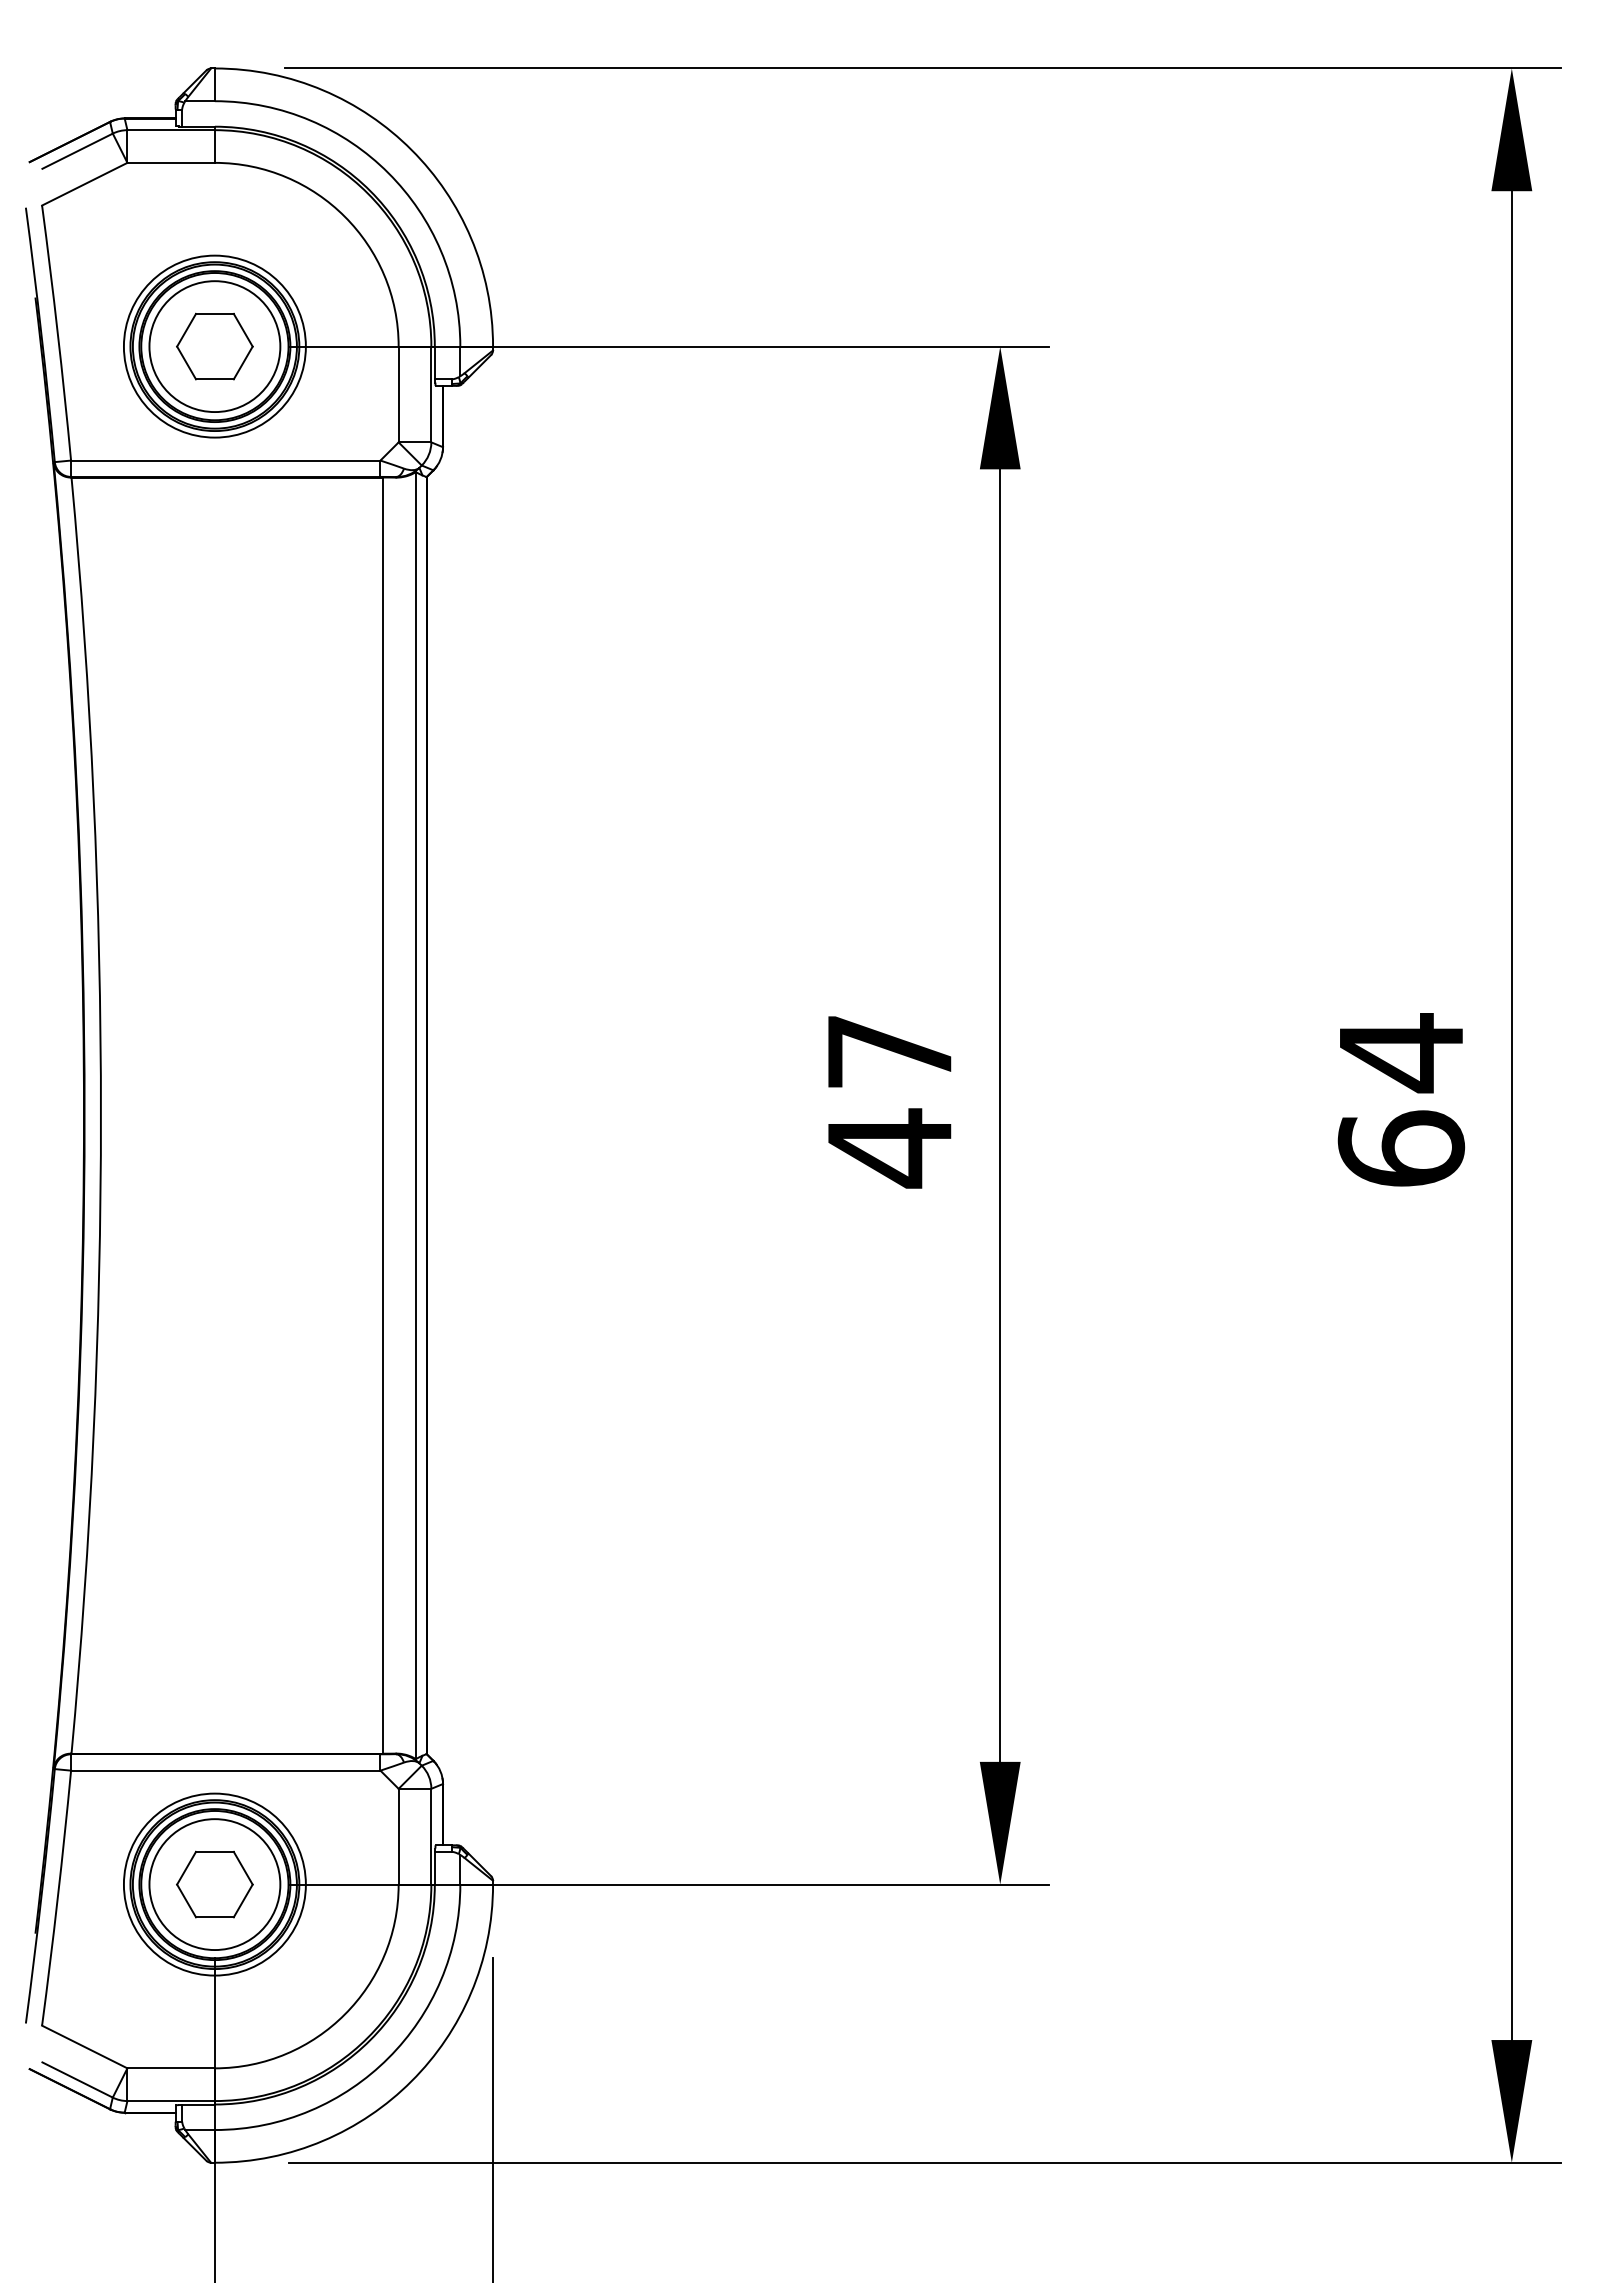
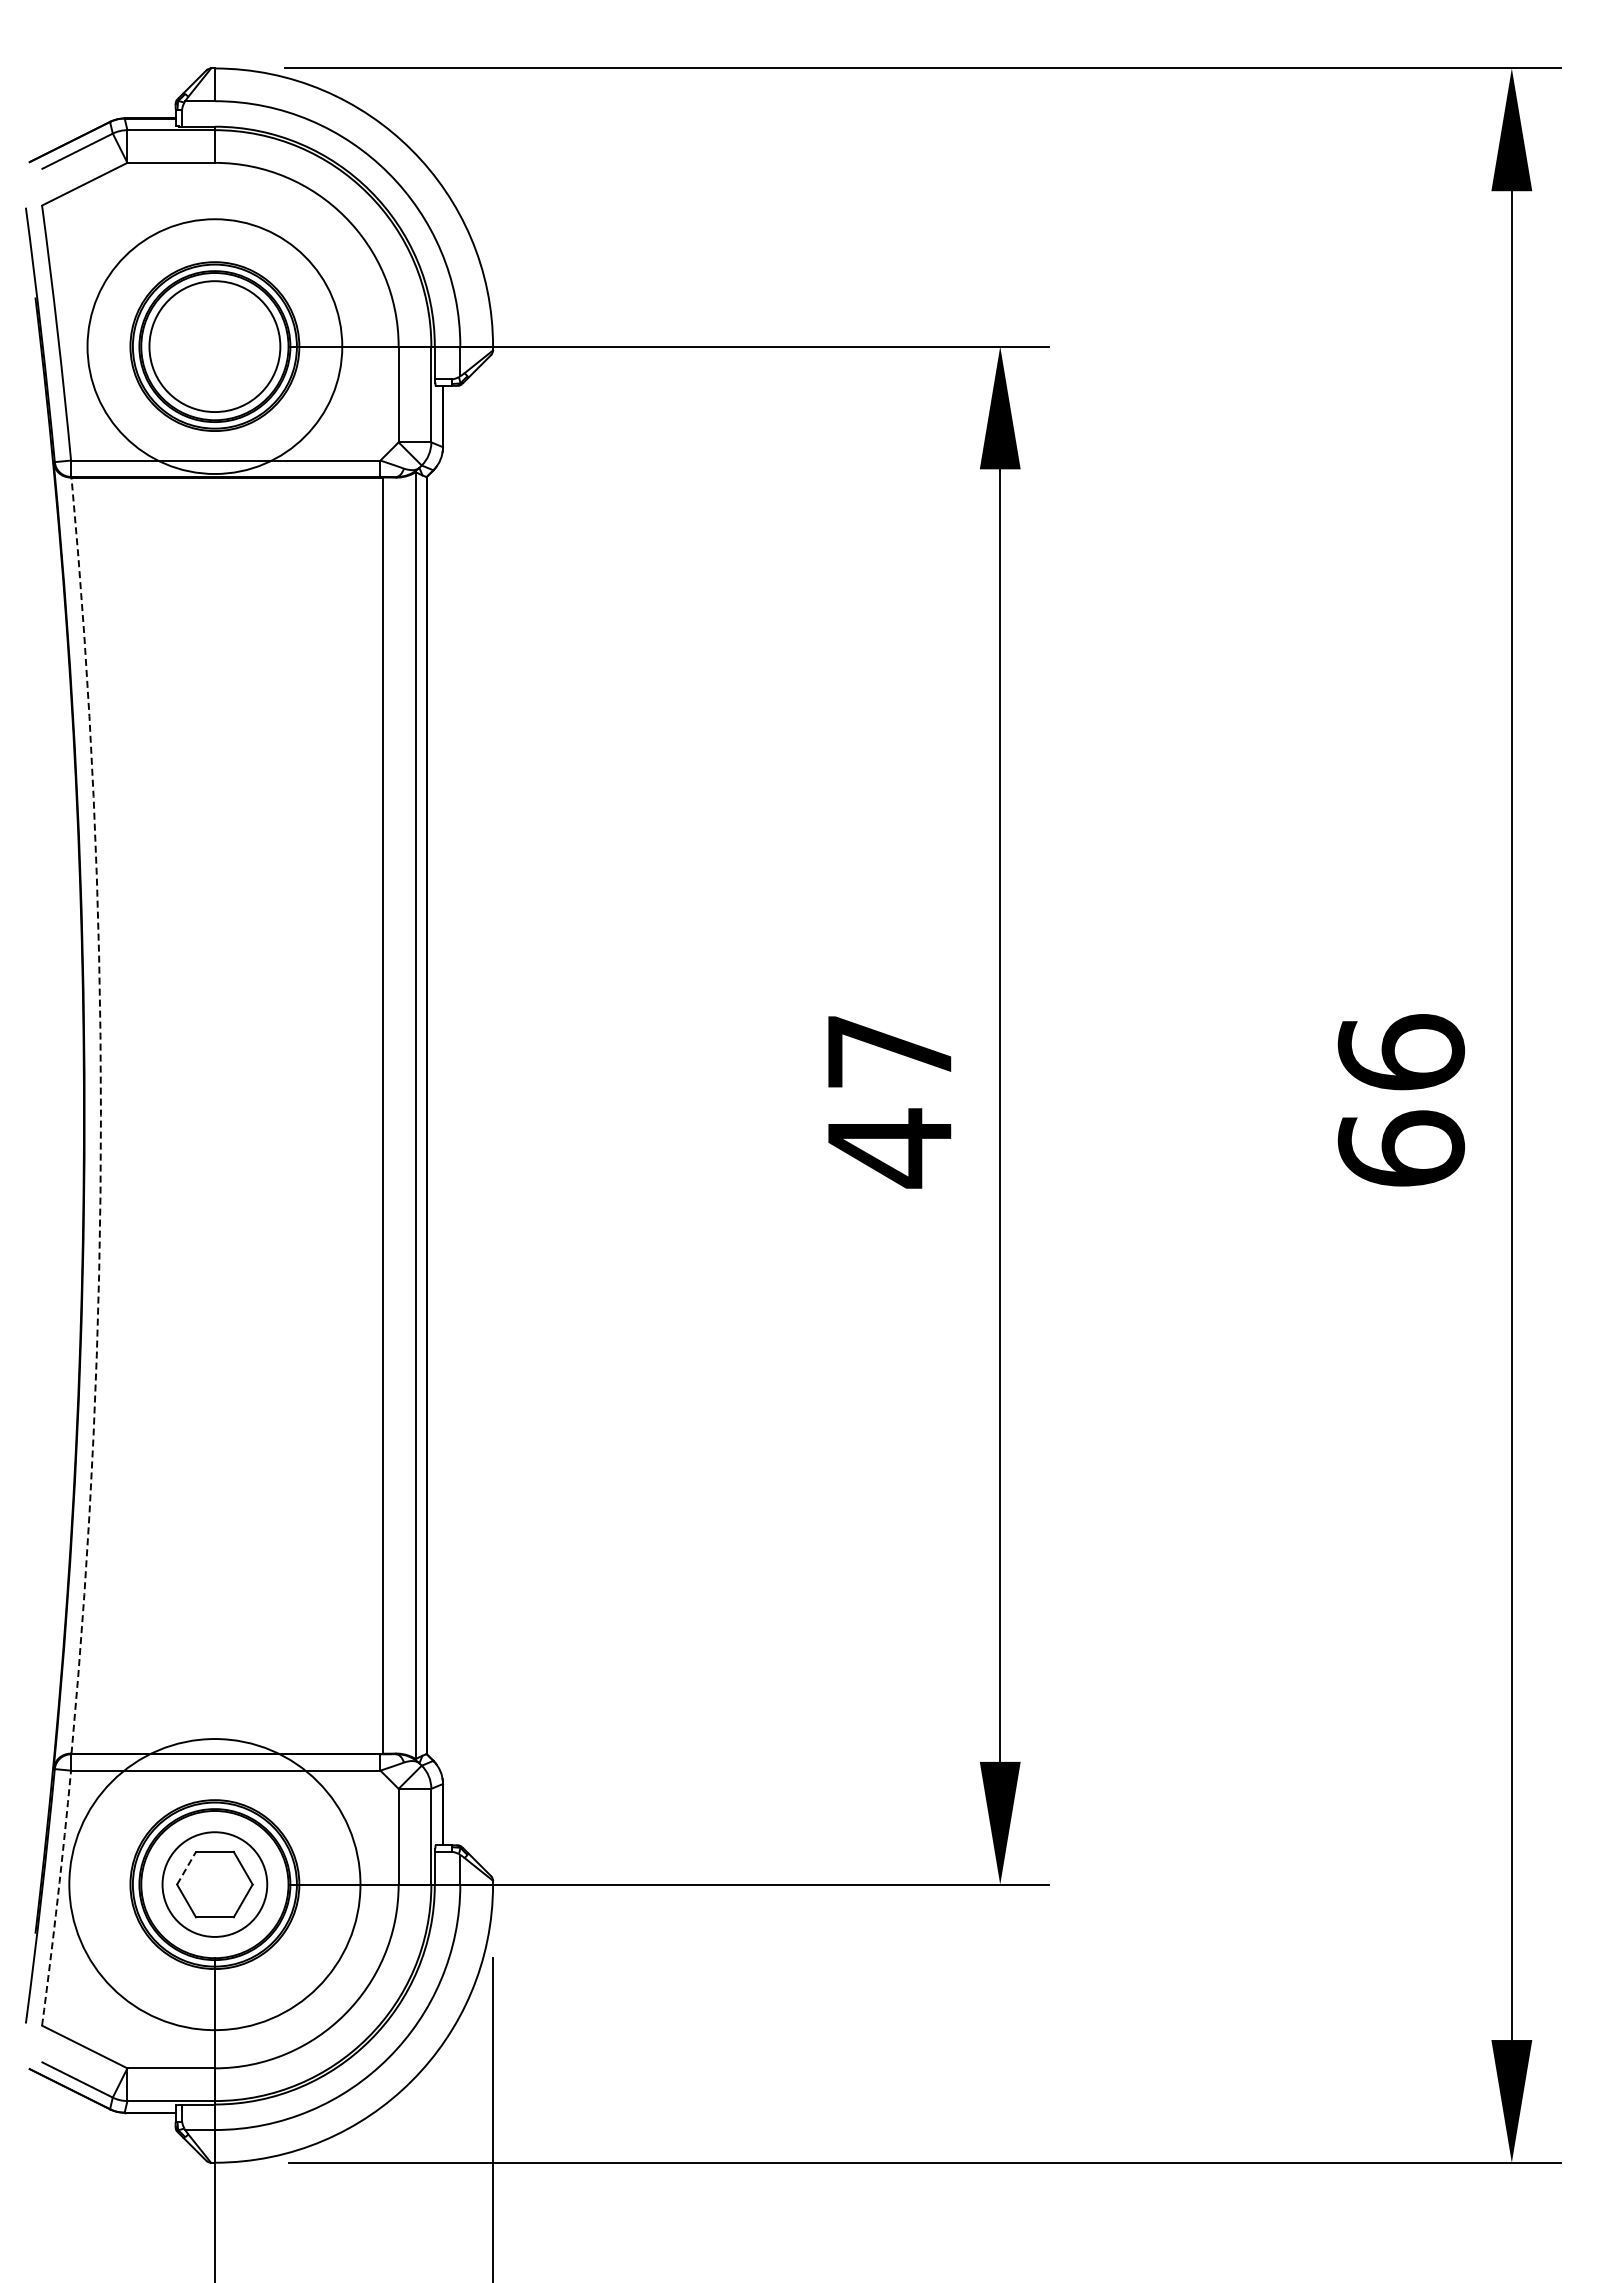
circle at (214, 346) diameter: 182 px -> 255 px
part at (214, 346): present -> none
text at (1401, 1053): 64 -> 66
arc at (100, 1115): solid -> dashed
line at (186, 1868): solid -> dashed
circle at (214, 1884) diameter: 131 px -> 105 px
circle at (214, 1884) diameter: 182 px -> 291 px
arc at (57, 1898): solid -> dashed
